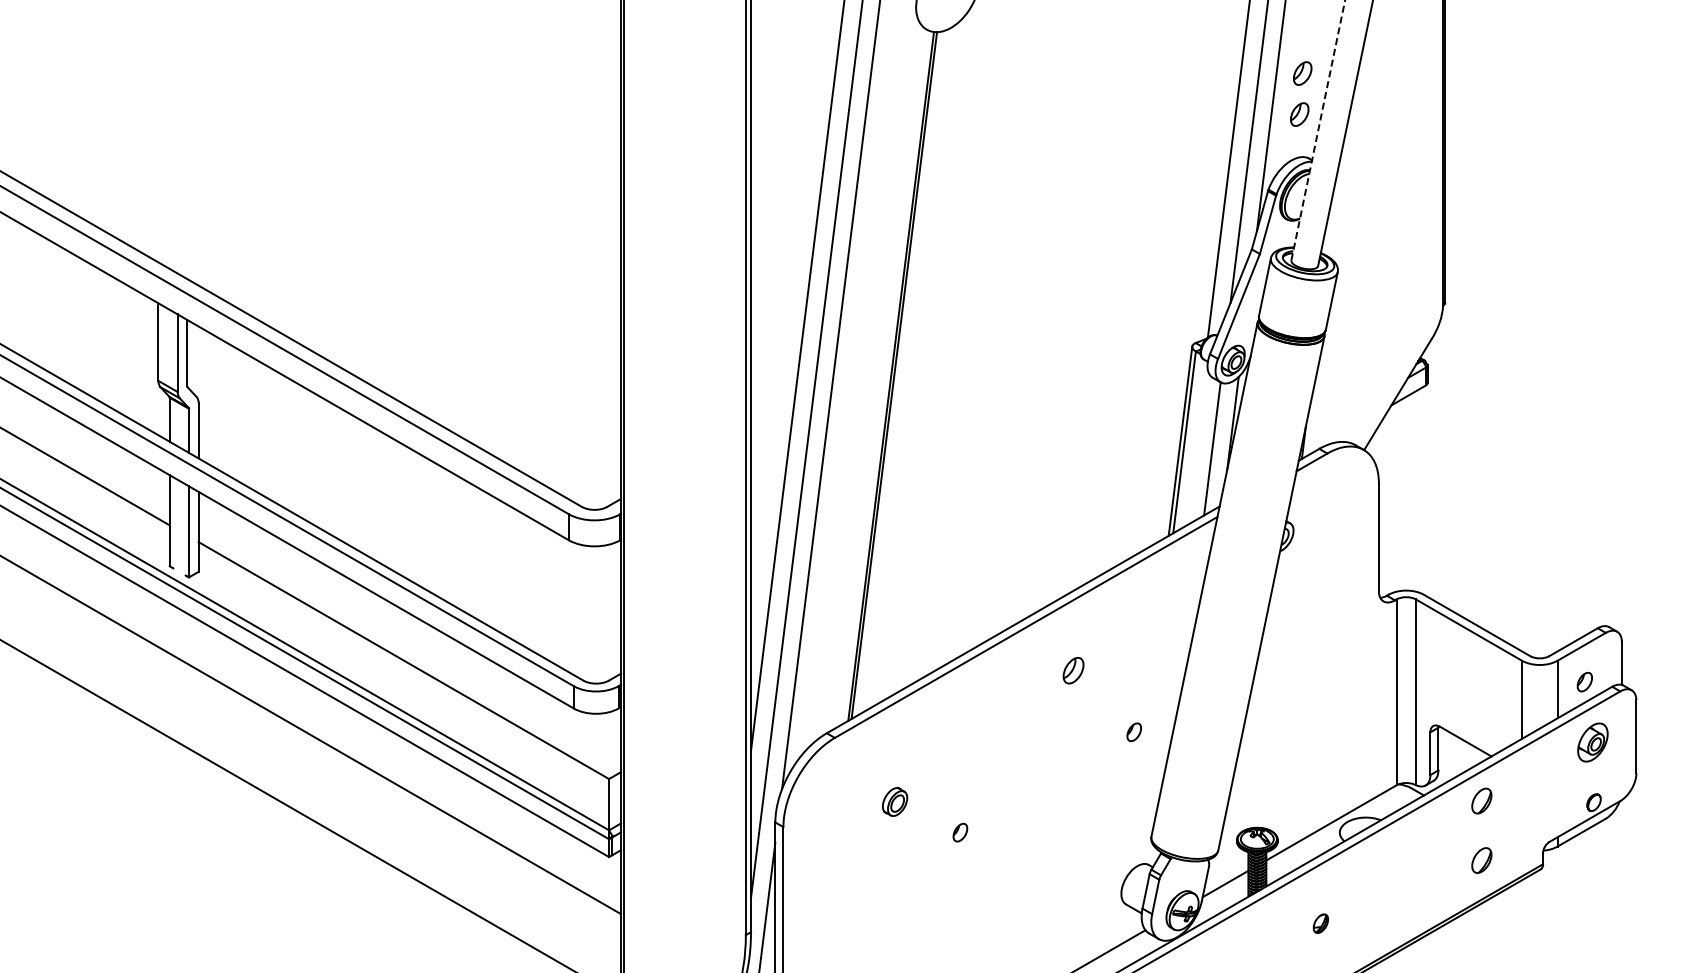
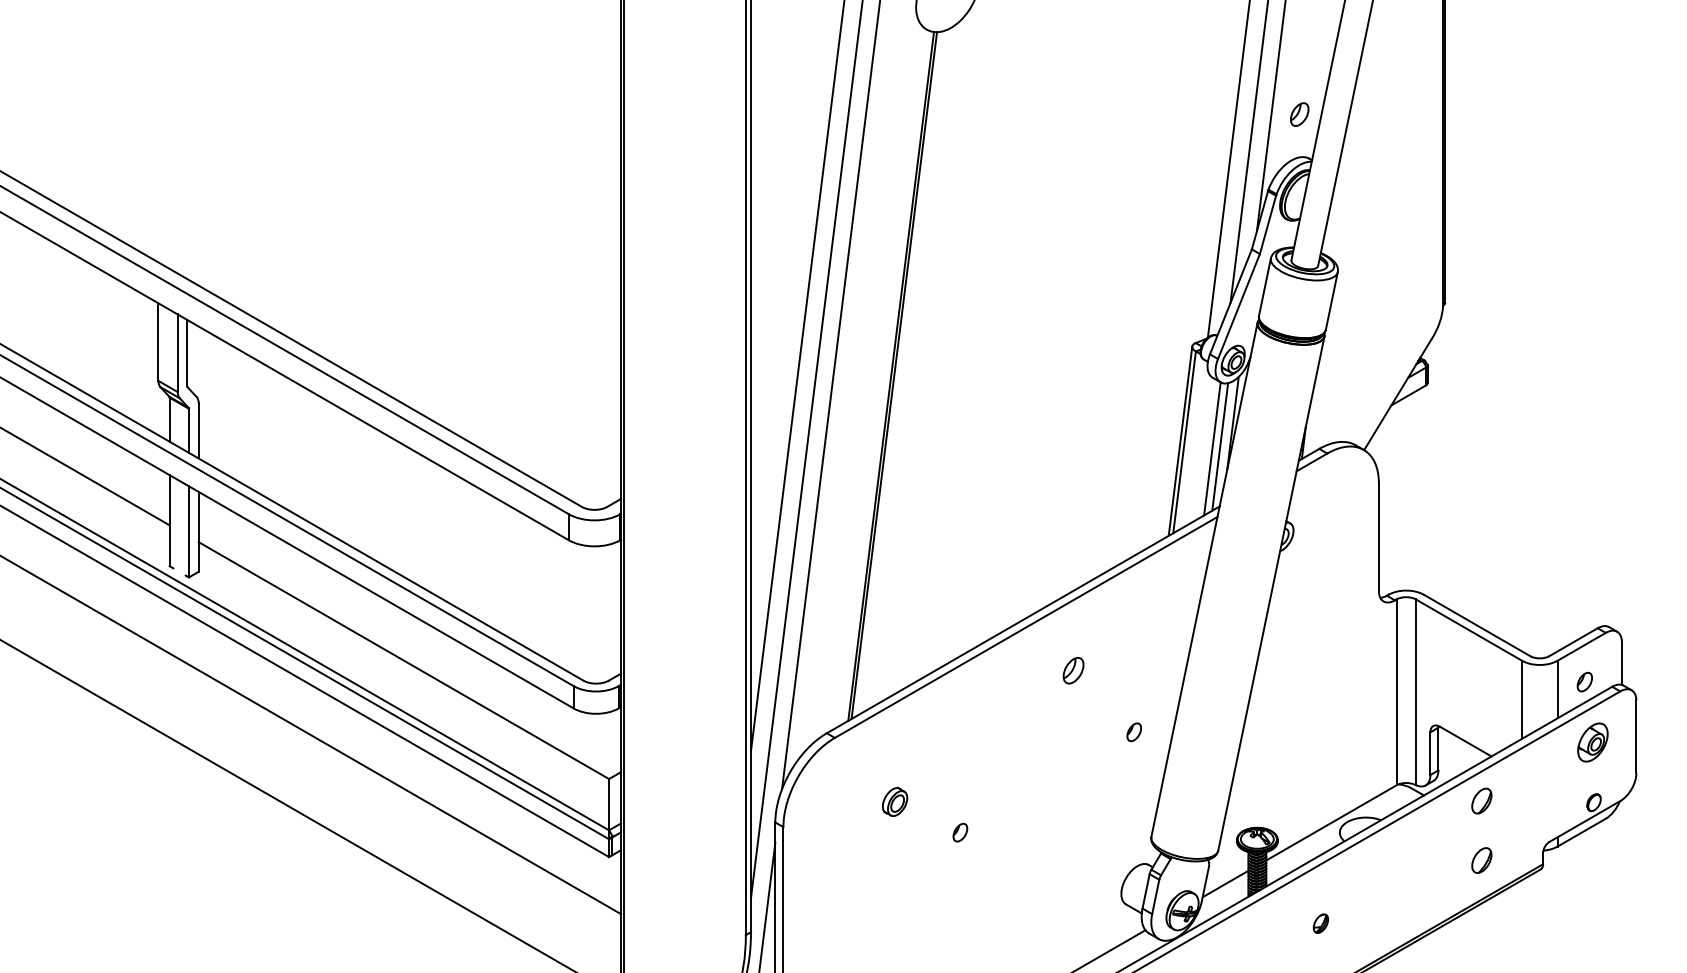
part at (1302, 73): present -> none
line at (1318, 130): dashed -> solid
line at (1220, 446): none -> present
